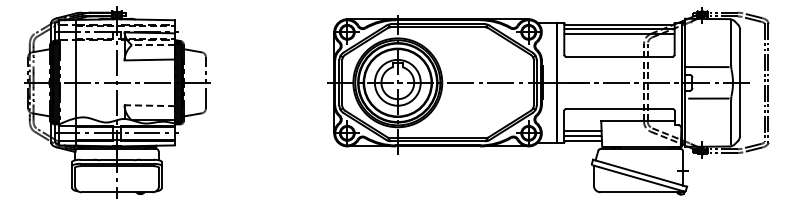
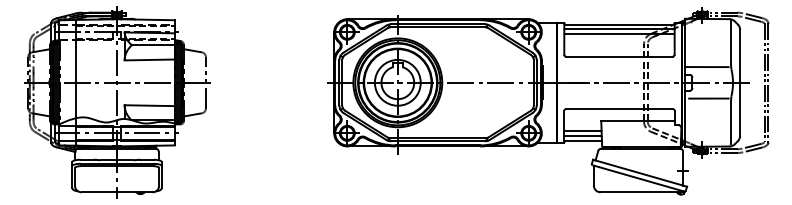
line at (153, 45): dashed -> solid
line at (149, 105): dashed -> solid
